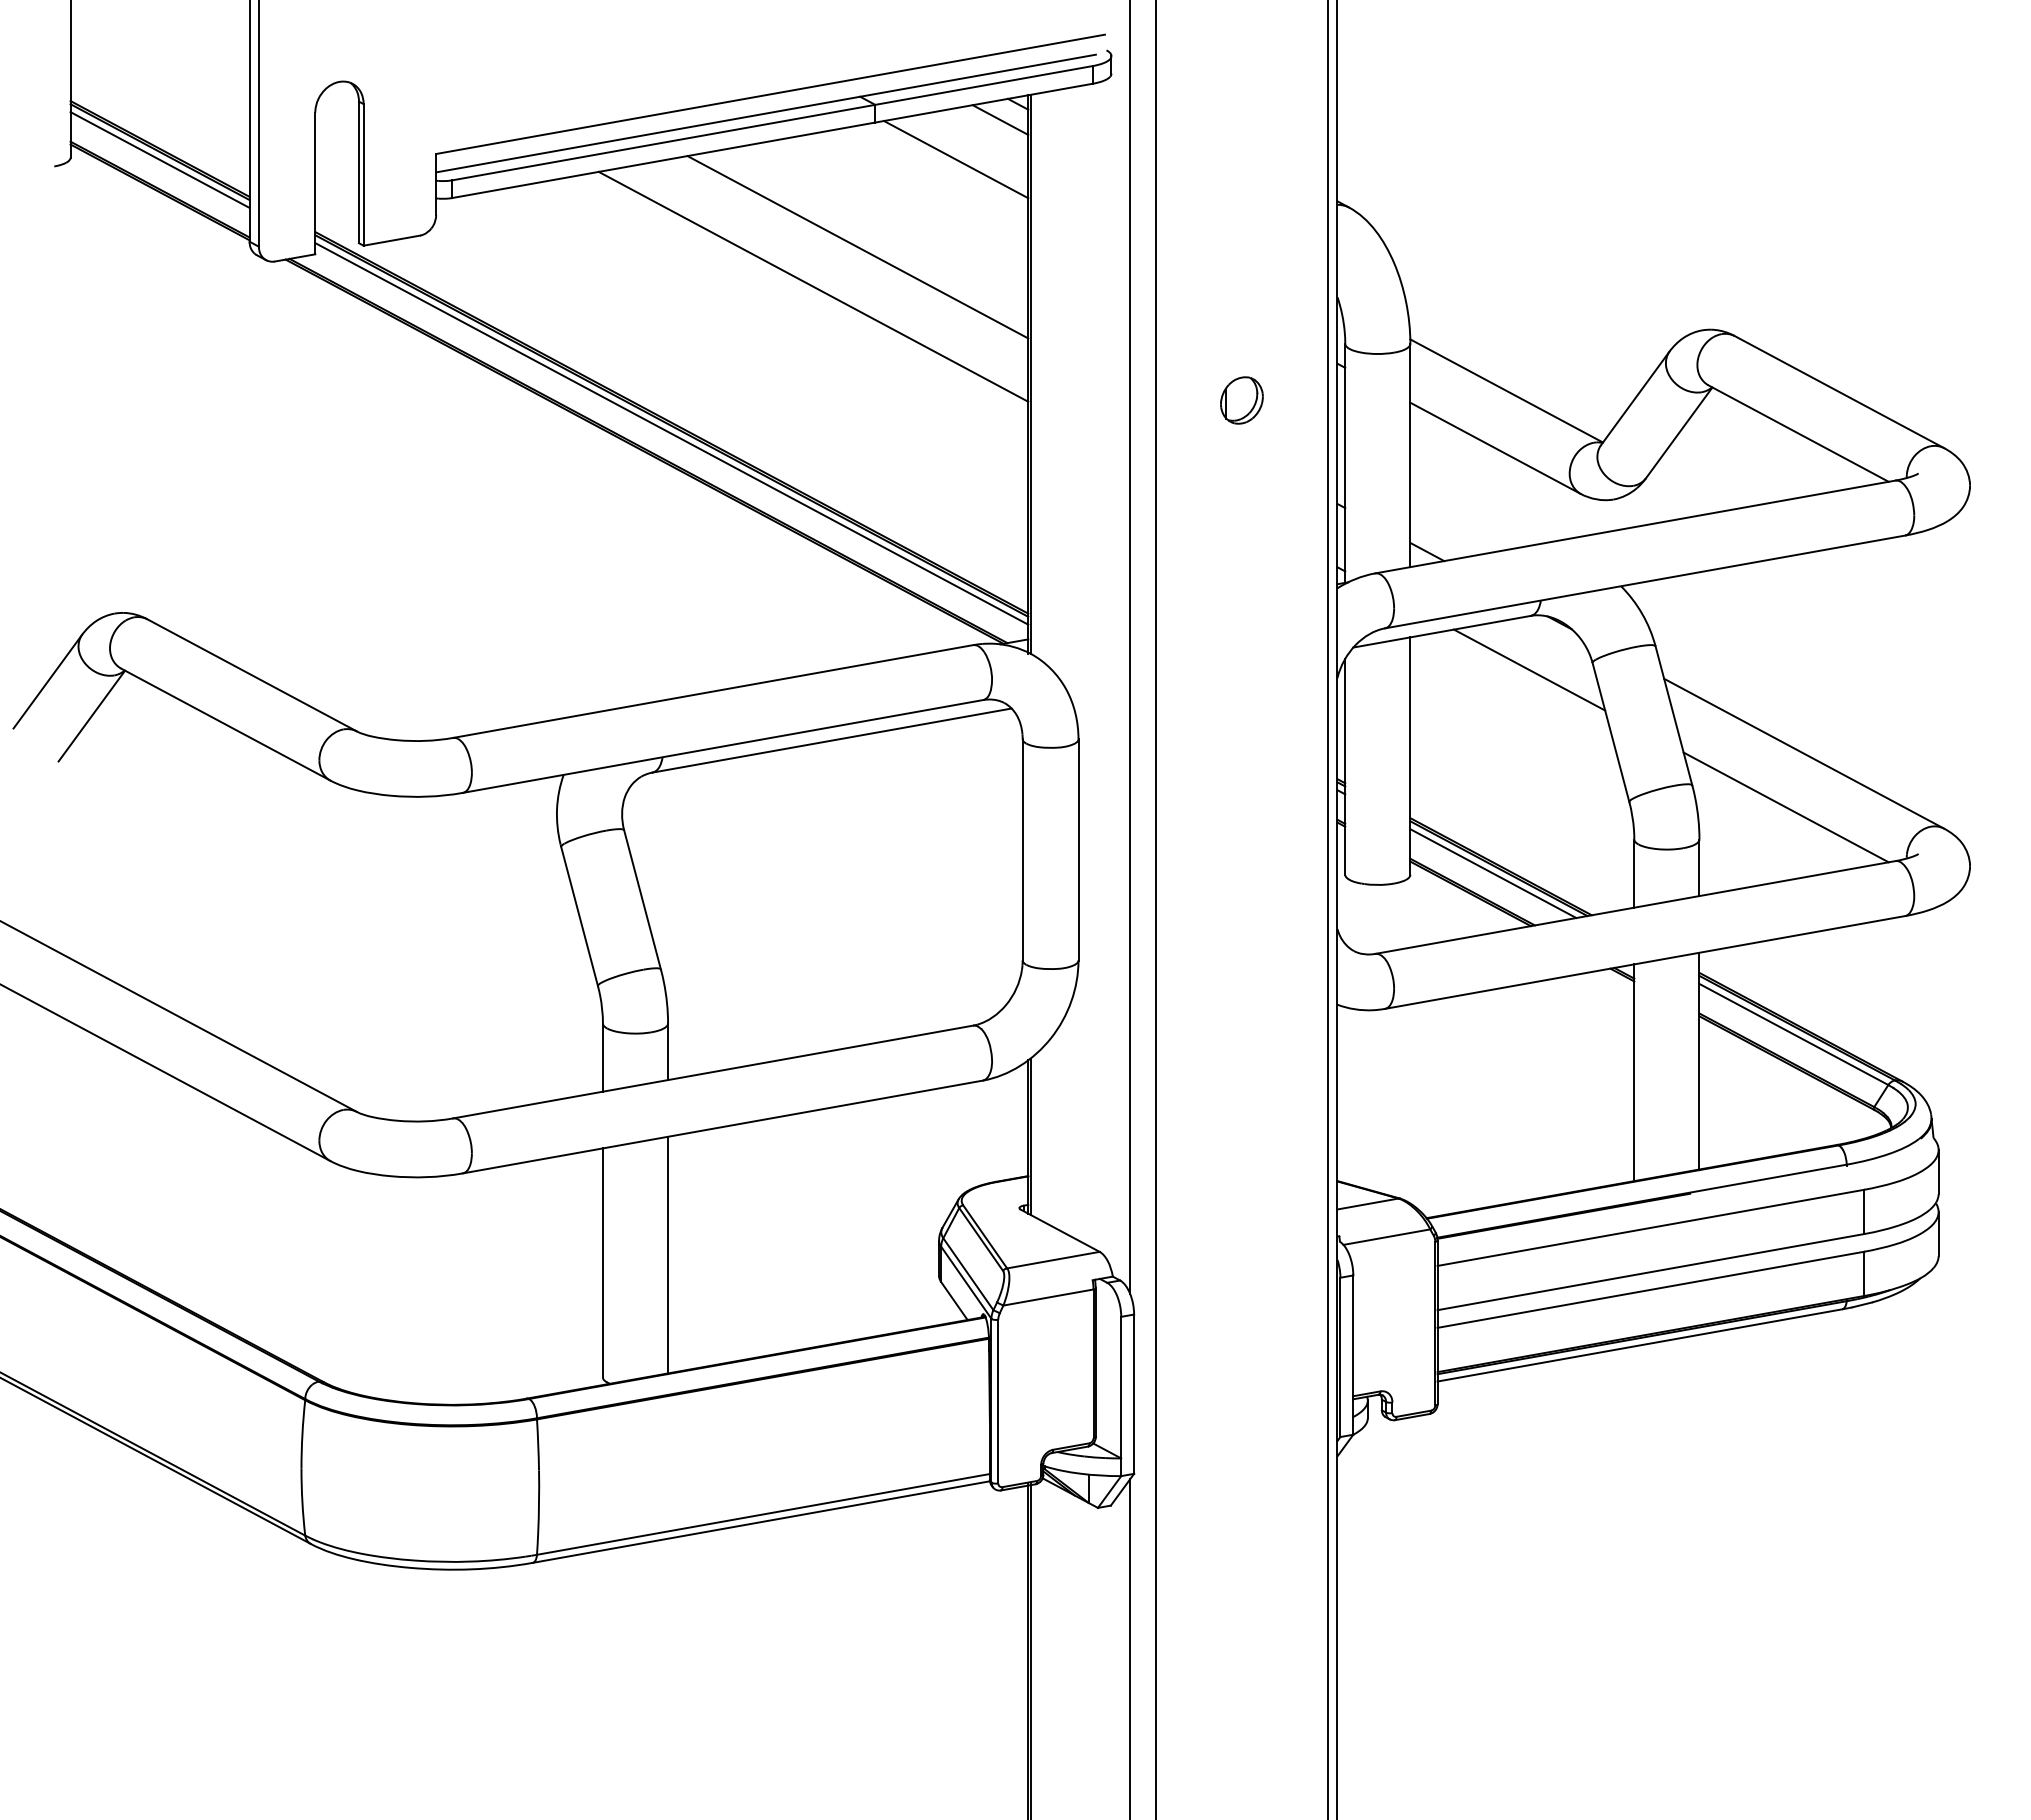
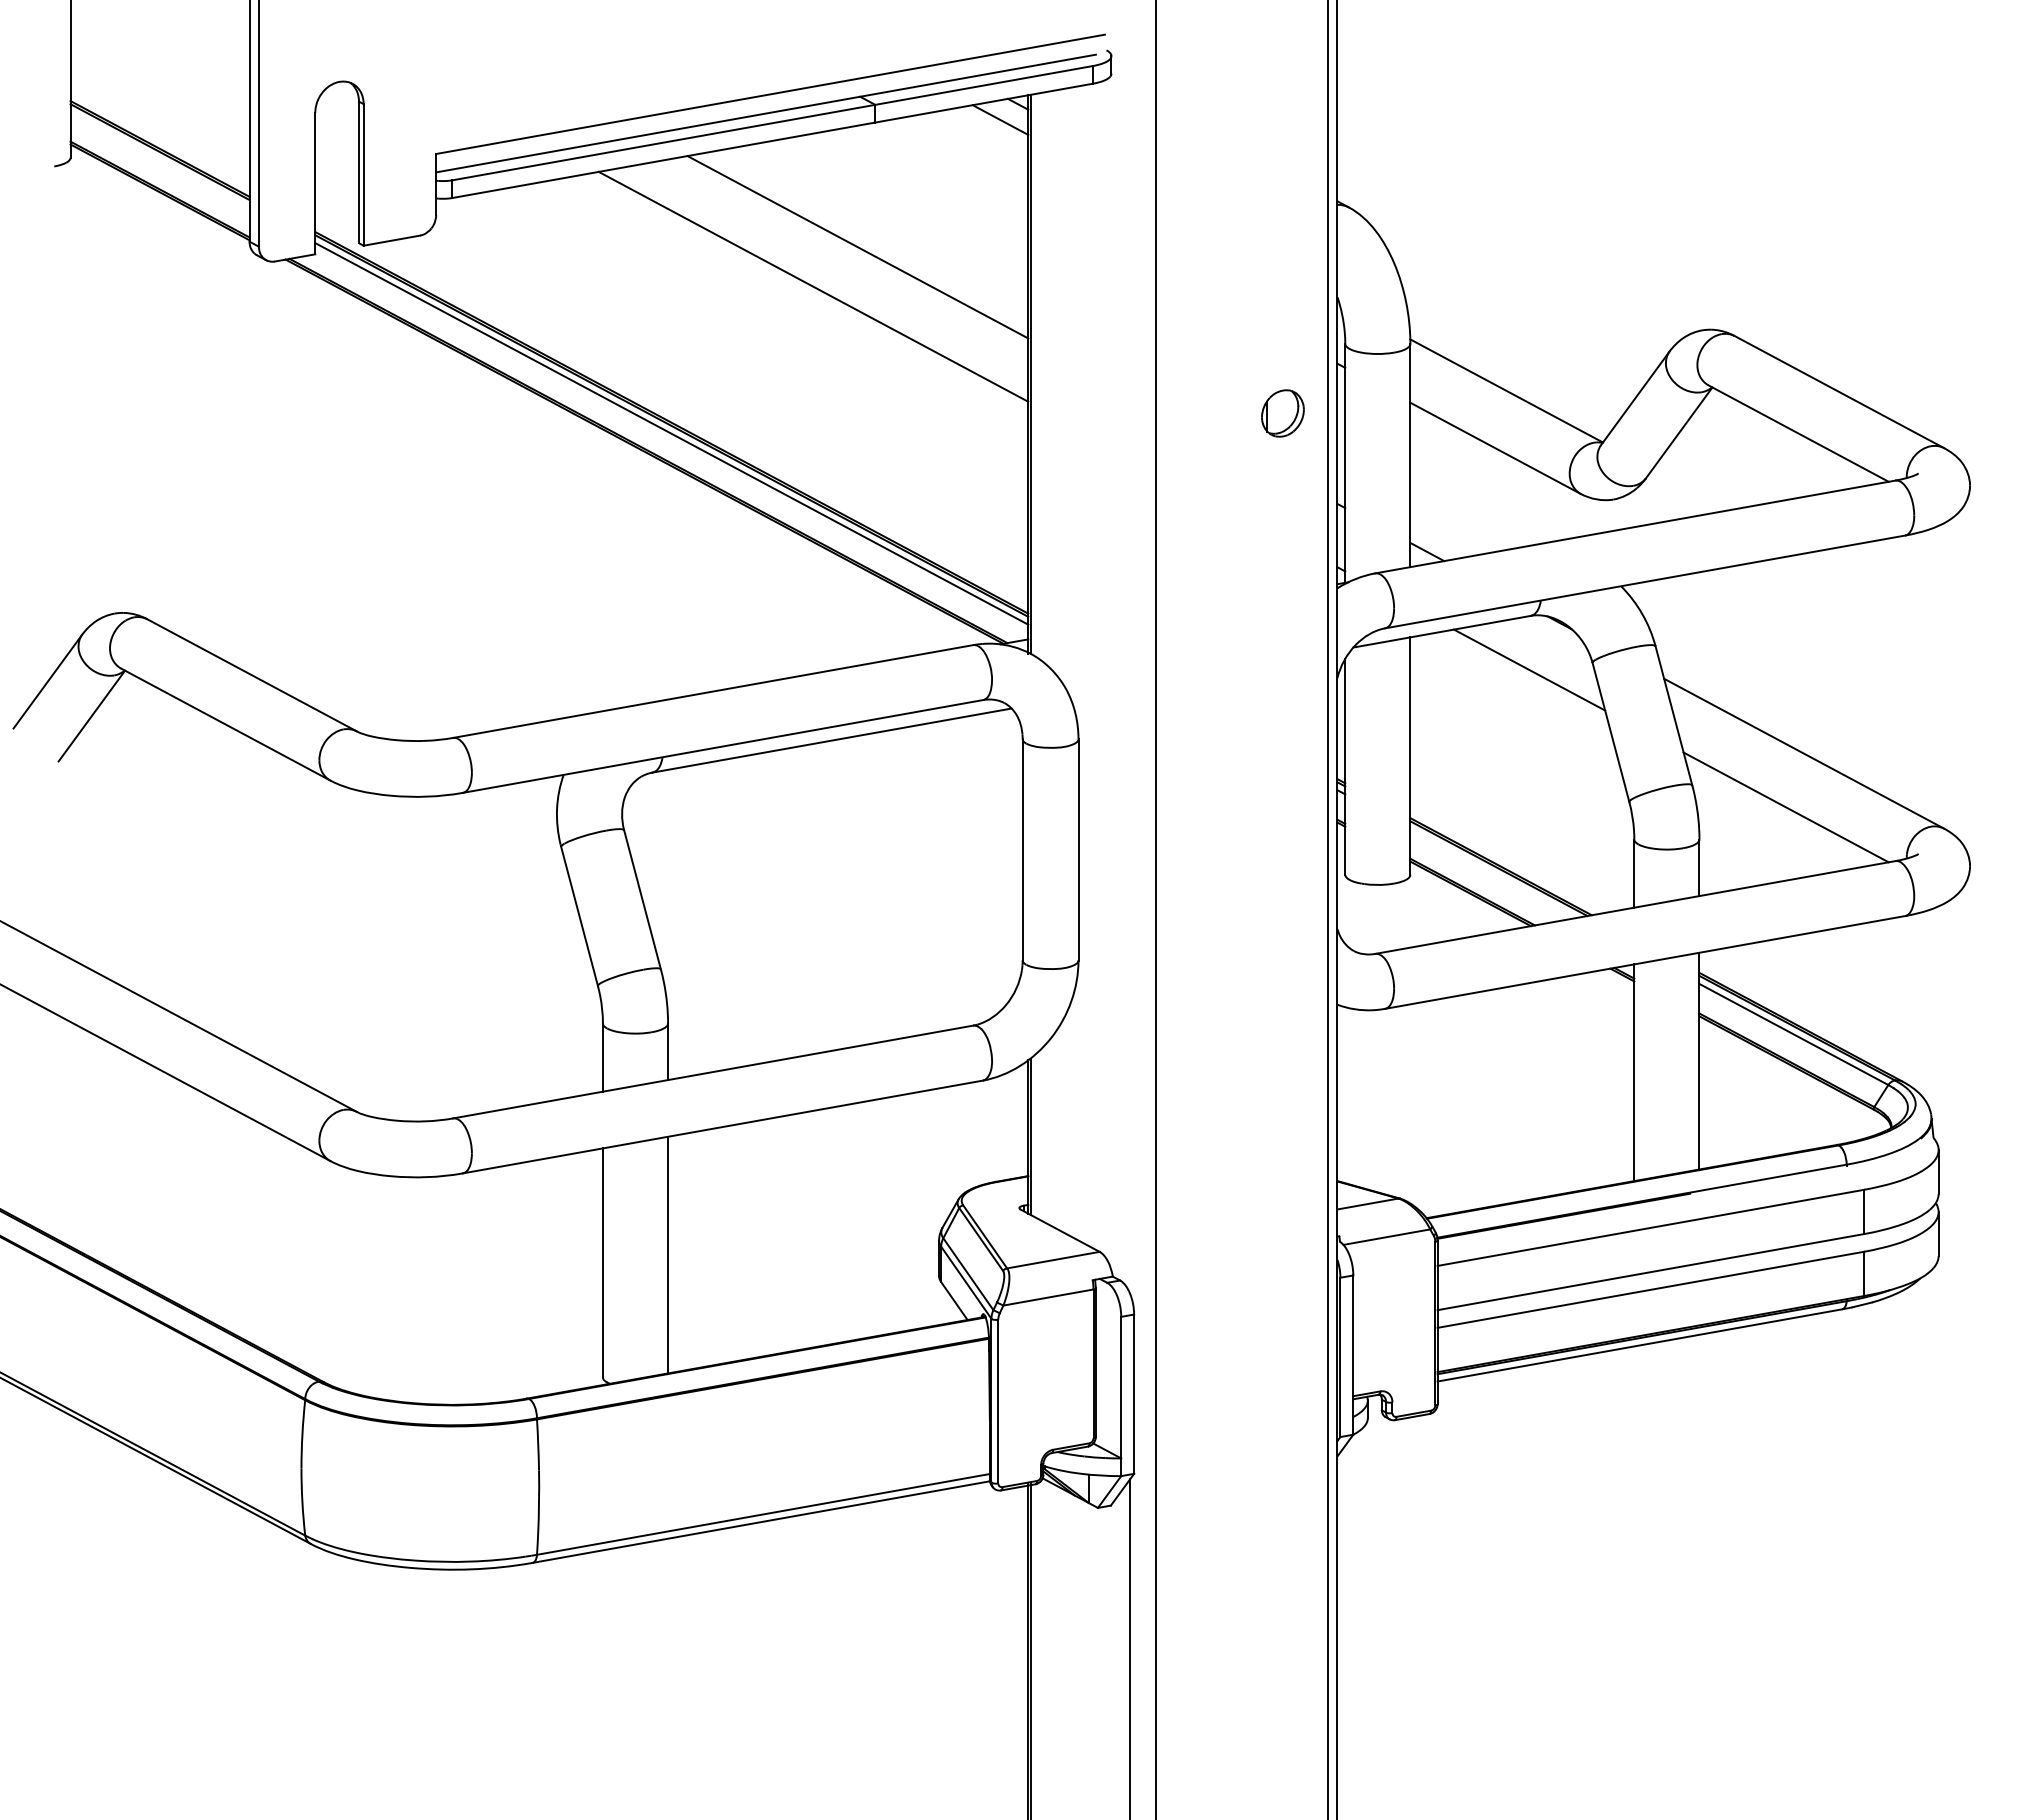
line at (159, 159): present -> none
line at (956, 159): present -> none
part at (1241, 400) position: (1241, 400) -> (1282, 413)
line at (1130, 648): present -> none
line at (1493, 873): present -> none
